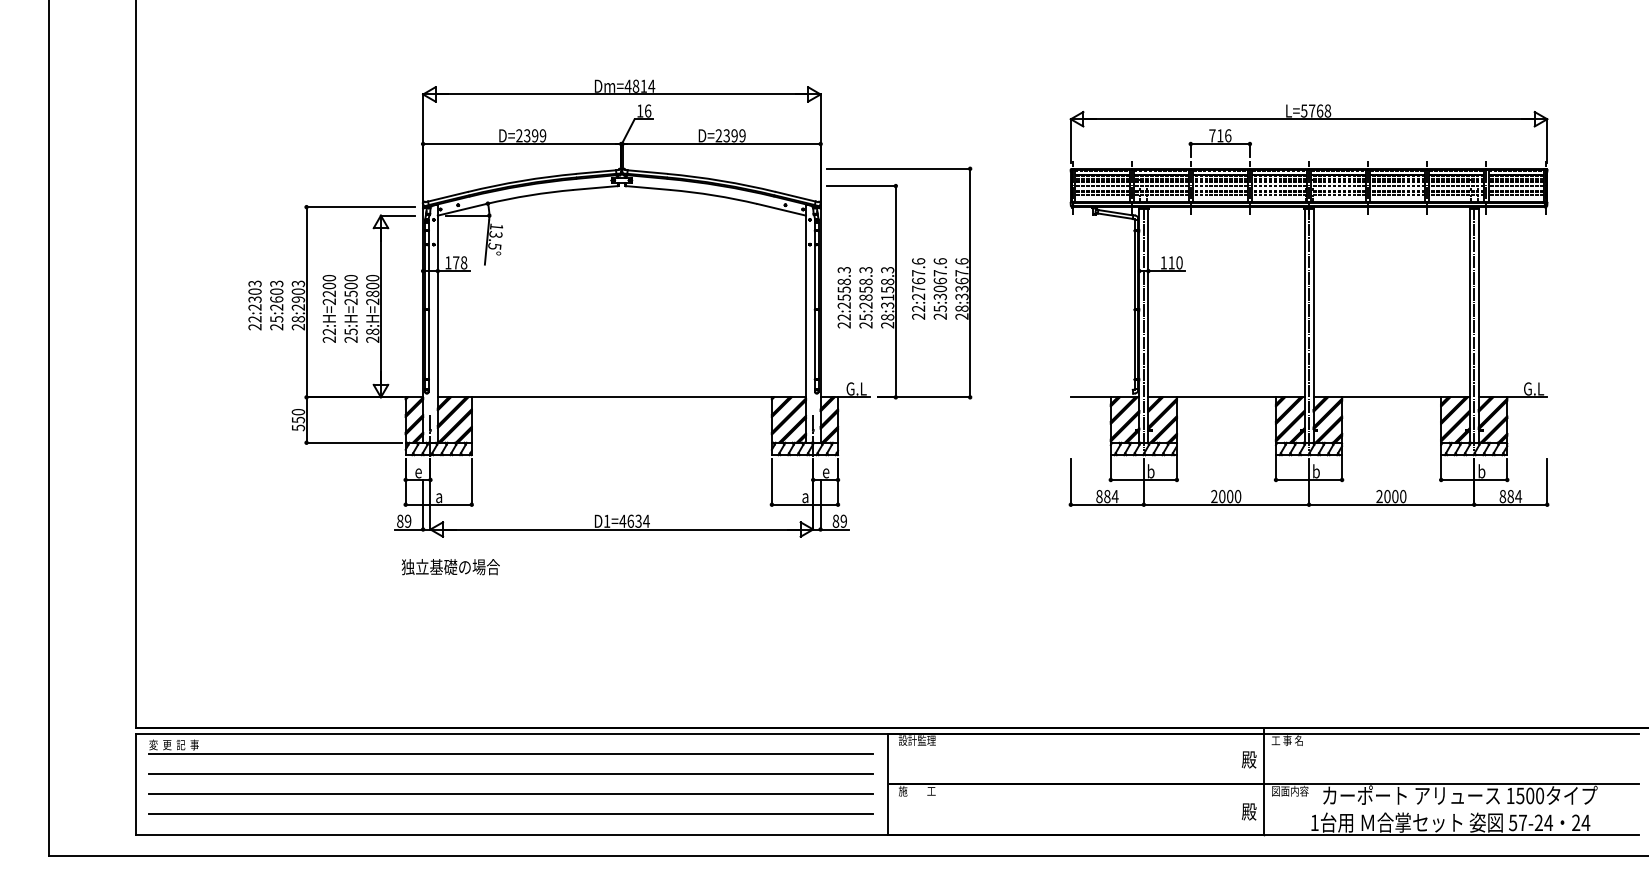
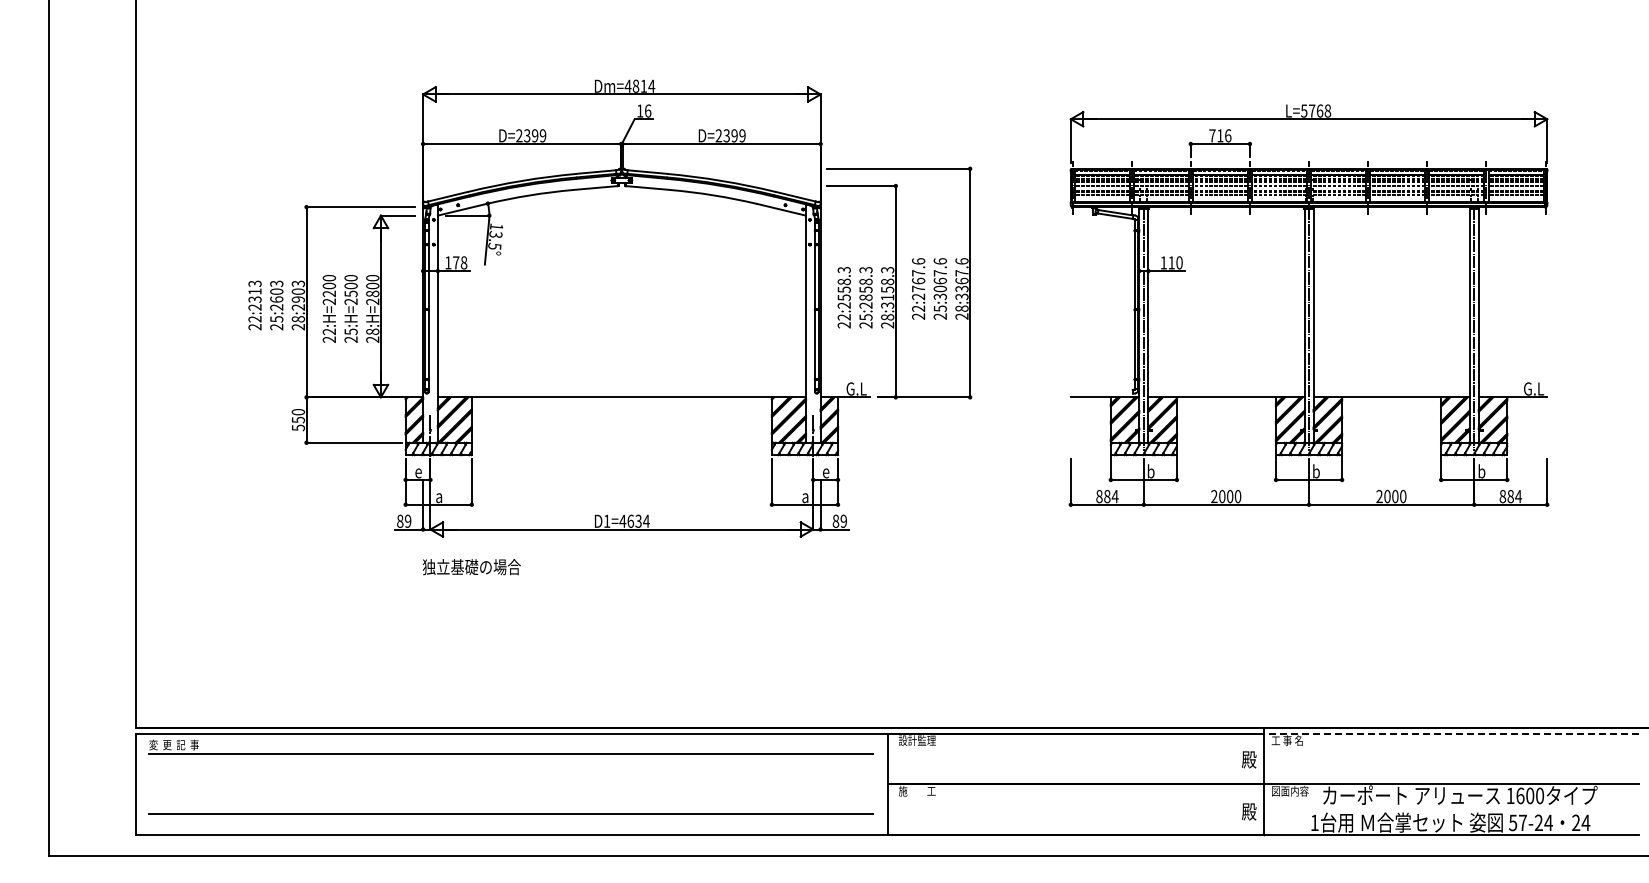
text at (254, 291): 22:2303 -> 22:2313
text at (450, 567) position: (450, 567) -> (471, 567)
line at (1451, 733): solid -> dashed
line at (510, 773): present -> none
line at (510, 794): present -> none
text at (1520, 795): 1500 -> 1600
